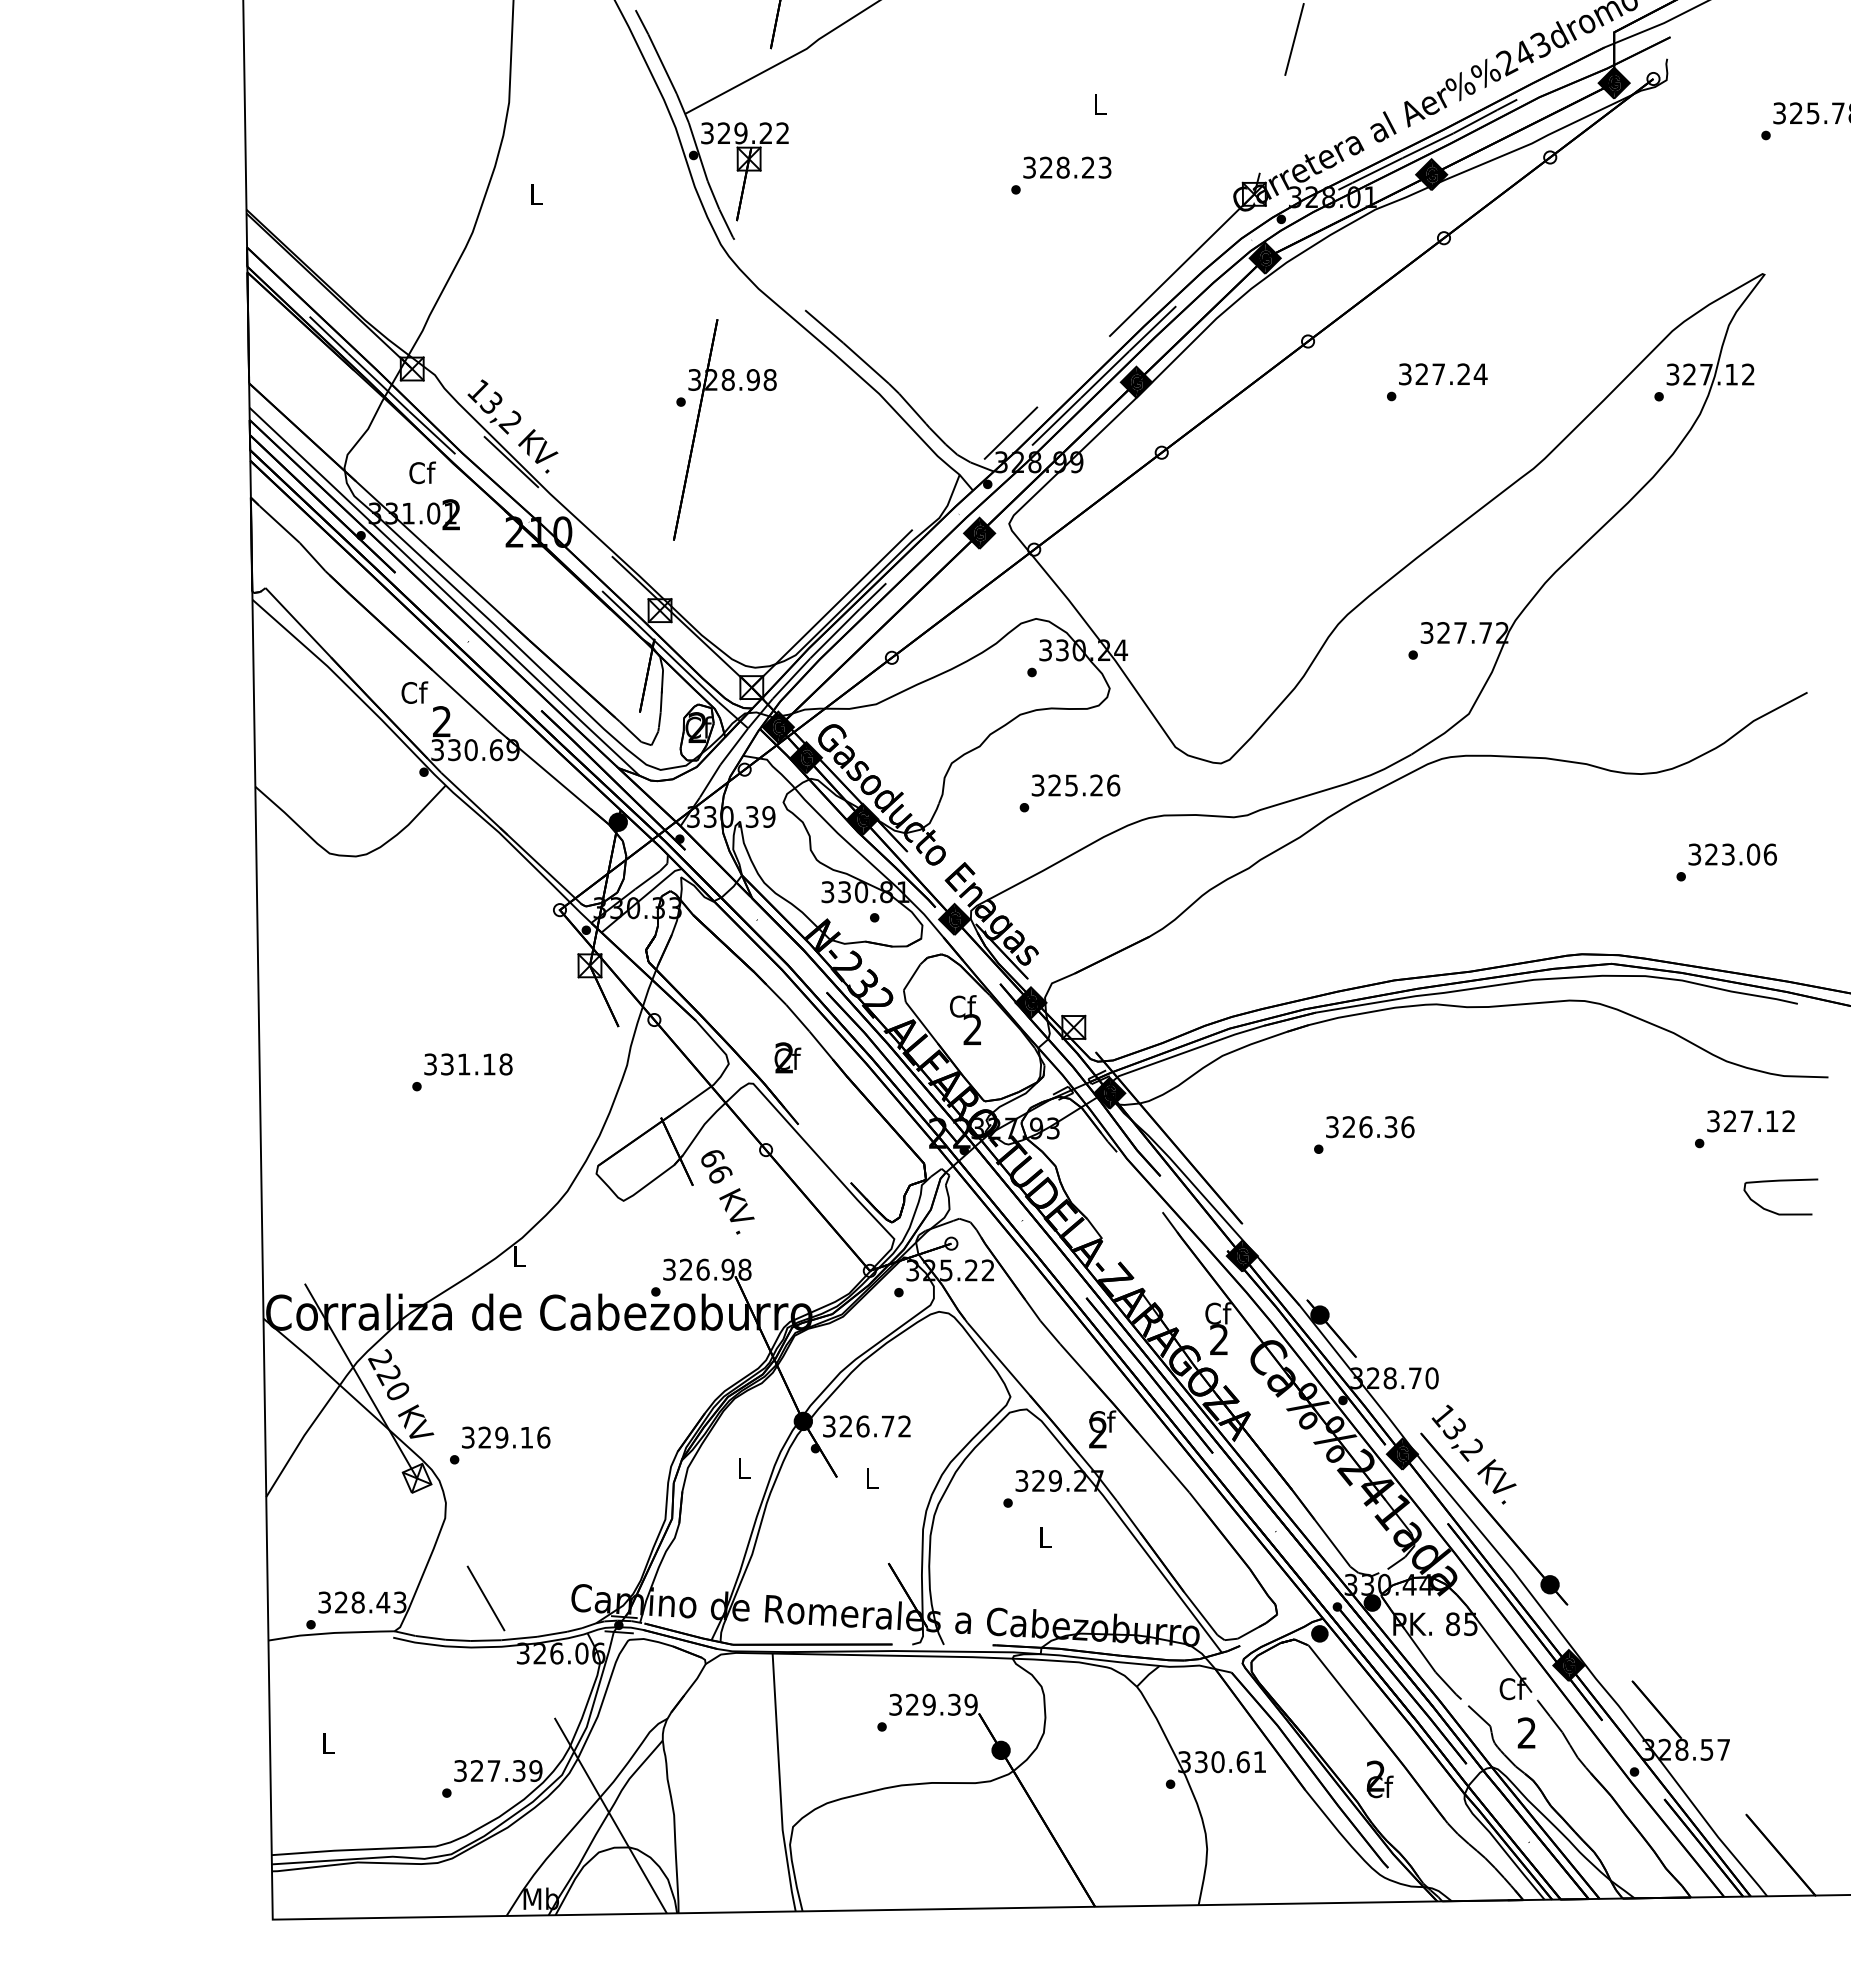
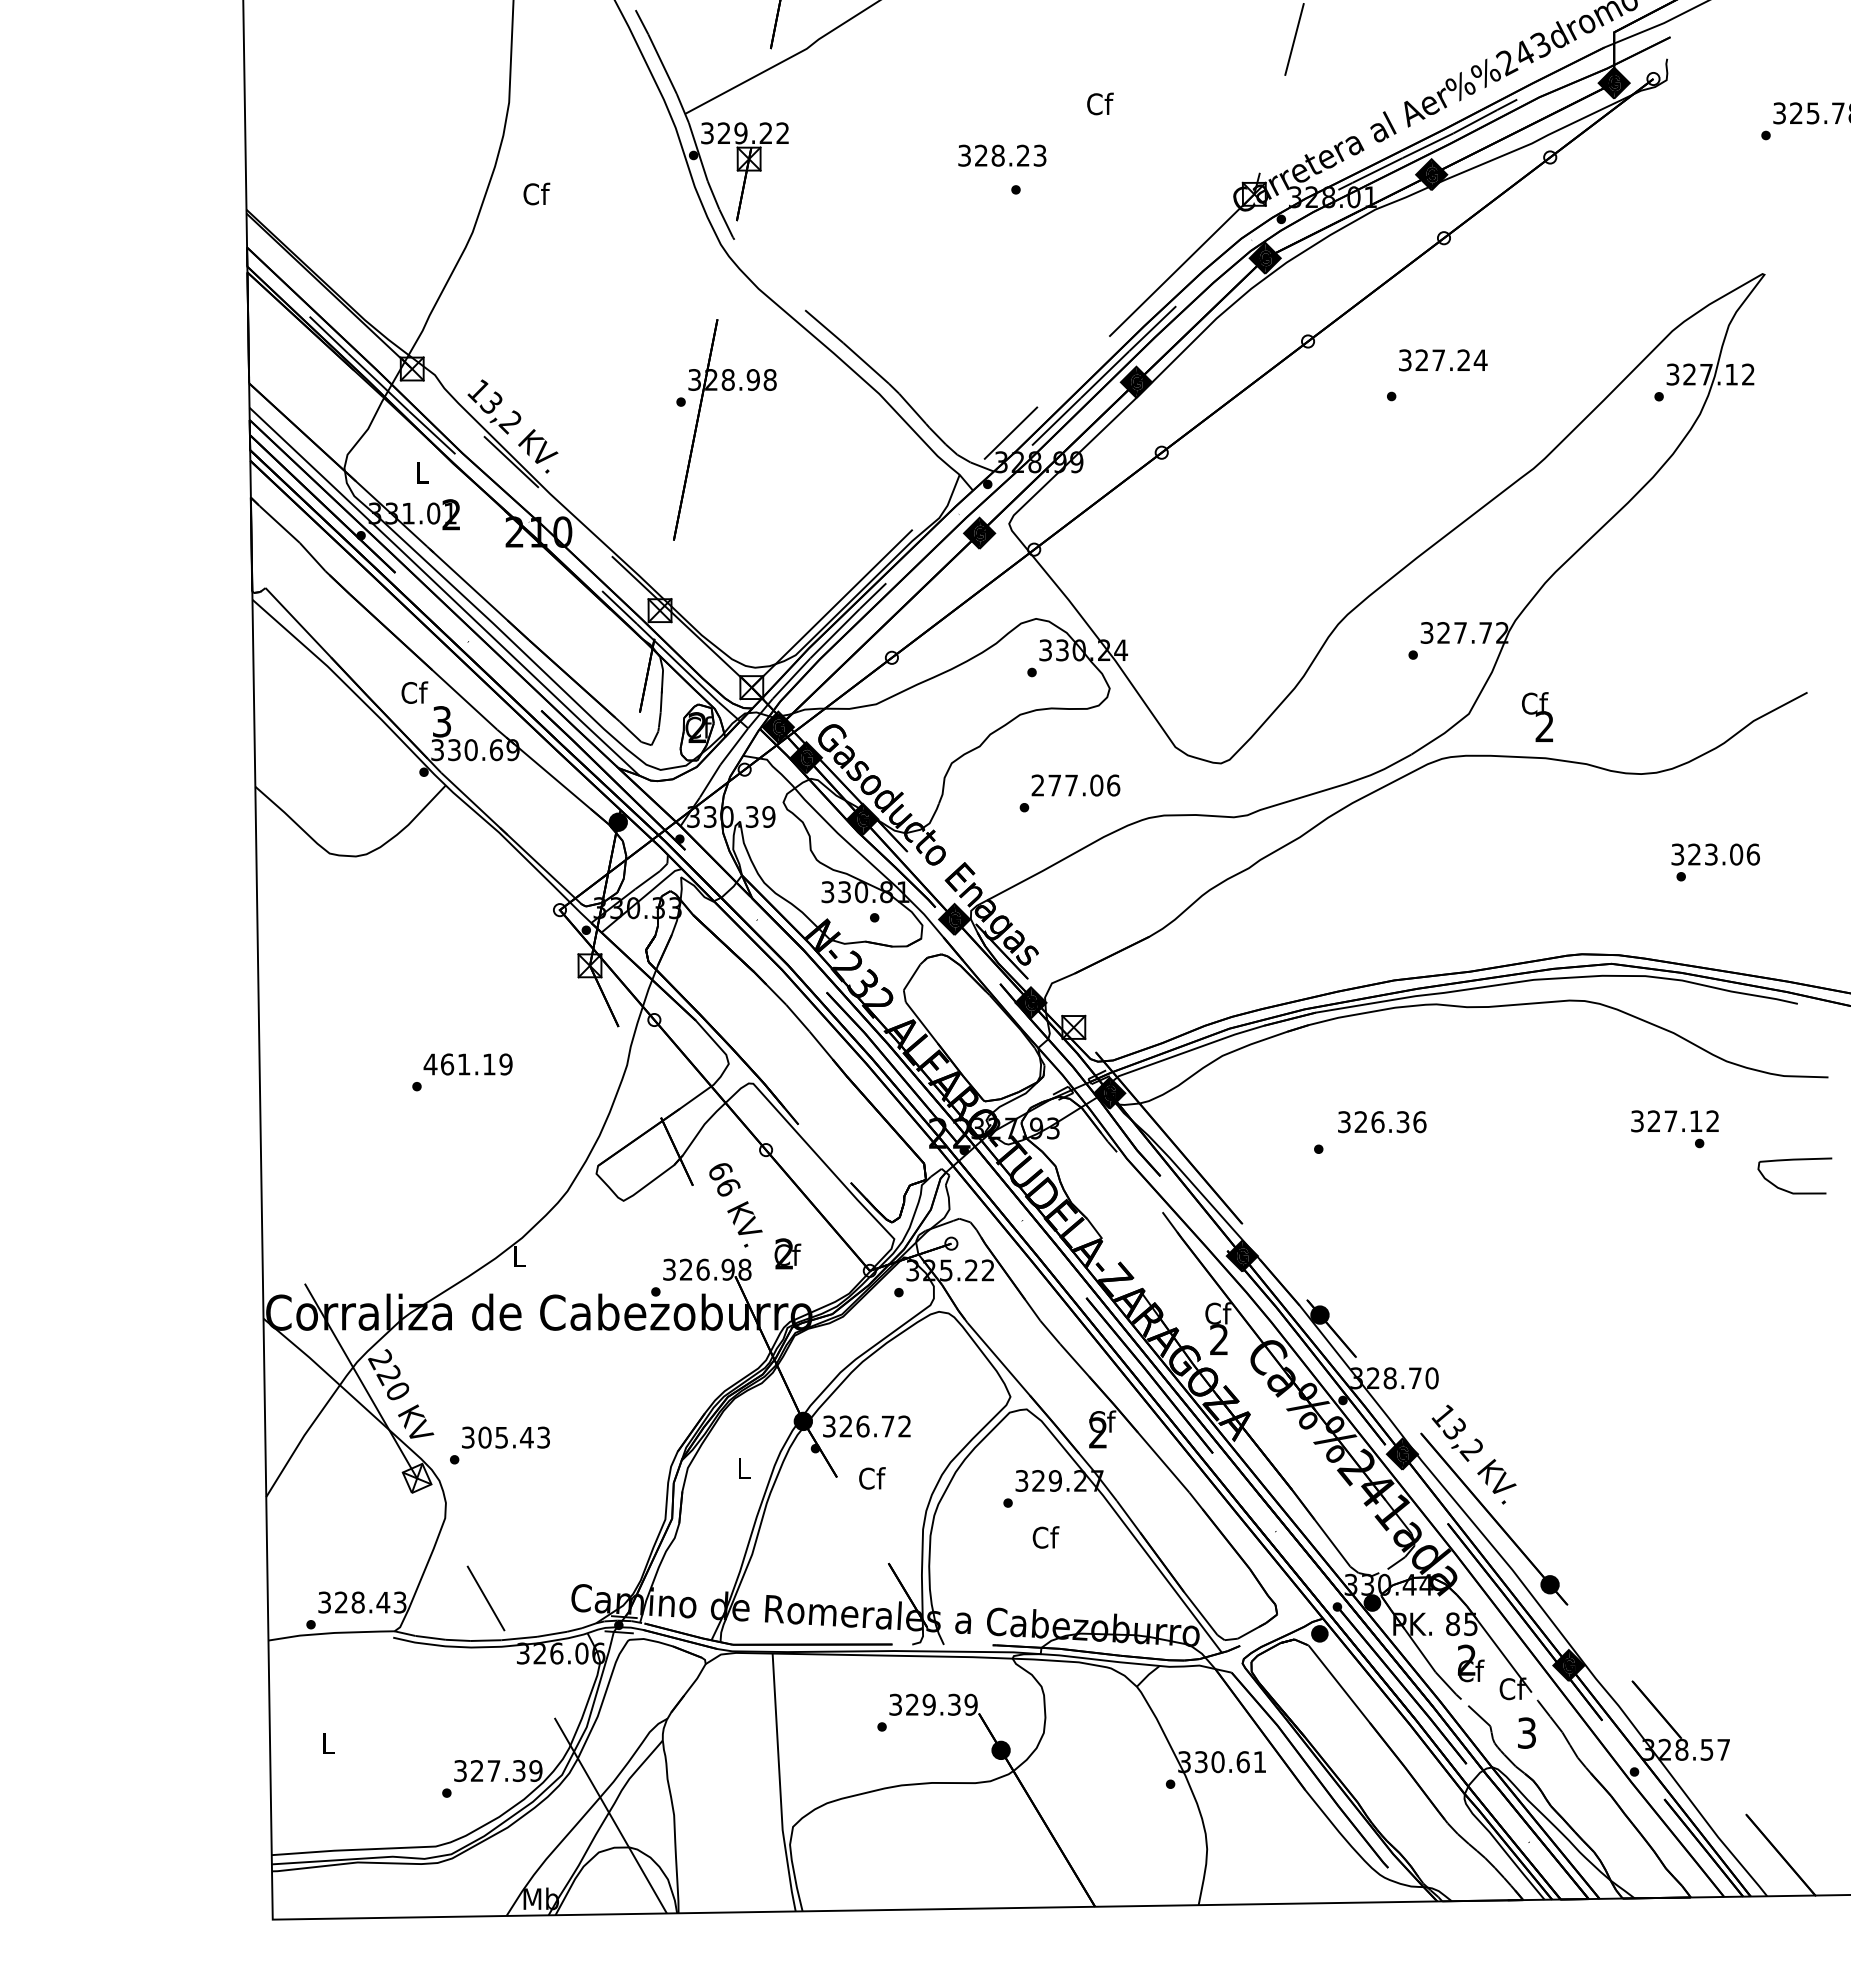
text at (1100, 103): L -> Cf
text at (1067, 167) position: (1067, 167) -> (1002, 155)
text at (536, 193): L -> Cf
text at (1443, 374) position: (1443, 374) -> (1443, 360)
text at (422, 472): Cf -> L
text at (441, 721): 2 -> 3
text at (1067, 785): 325.26 -> 277.06
text at (1732, 854) position: (1732, 854) -> (1715, 854)
text at (965, 1019) position: (965, 1019) -> (1537, 716)
text at (787, 1057) position: (787, 1057) -> (787, 1253)
text at (467, 1064): 331.18 -> 461.19
text at (1750, 1121) position: (1750, 1121) -> (1674, 1121)
text at (1370, 1127) position: (1370, 1127) -> (1382, 1122)
part at (1780, 1181) position: (1780, 1181) -> (1794, 1160)
text at (727, 1192) position: (727, 1192) -> (735, 1205)
text at (514, 1437): 329.16 -> 305.43
text at (872, 1478): L -> Cf
text at (1045, 1537): L -> Cf
text at (1526, 1732): 2 -> 3
text at (1380, 1779) position: (1380, 1779) -> (1471, 1663)
